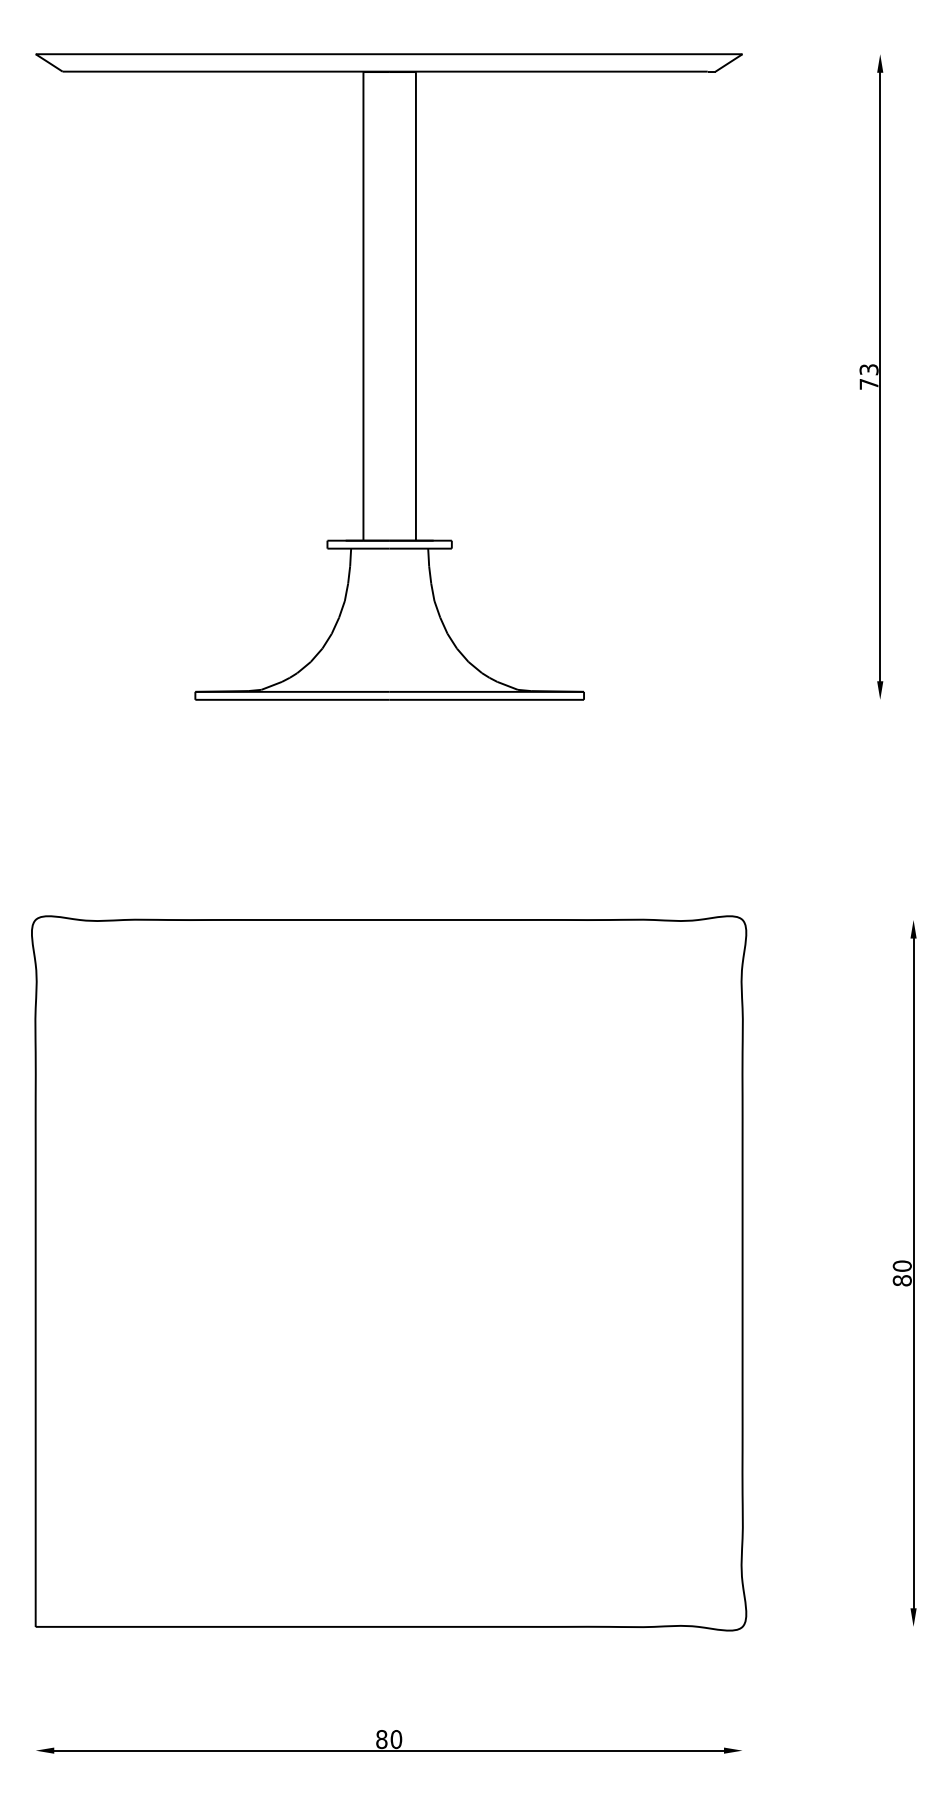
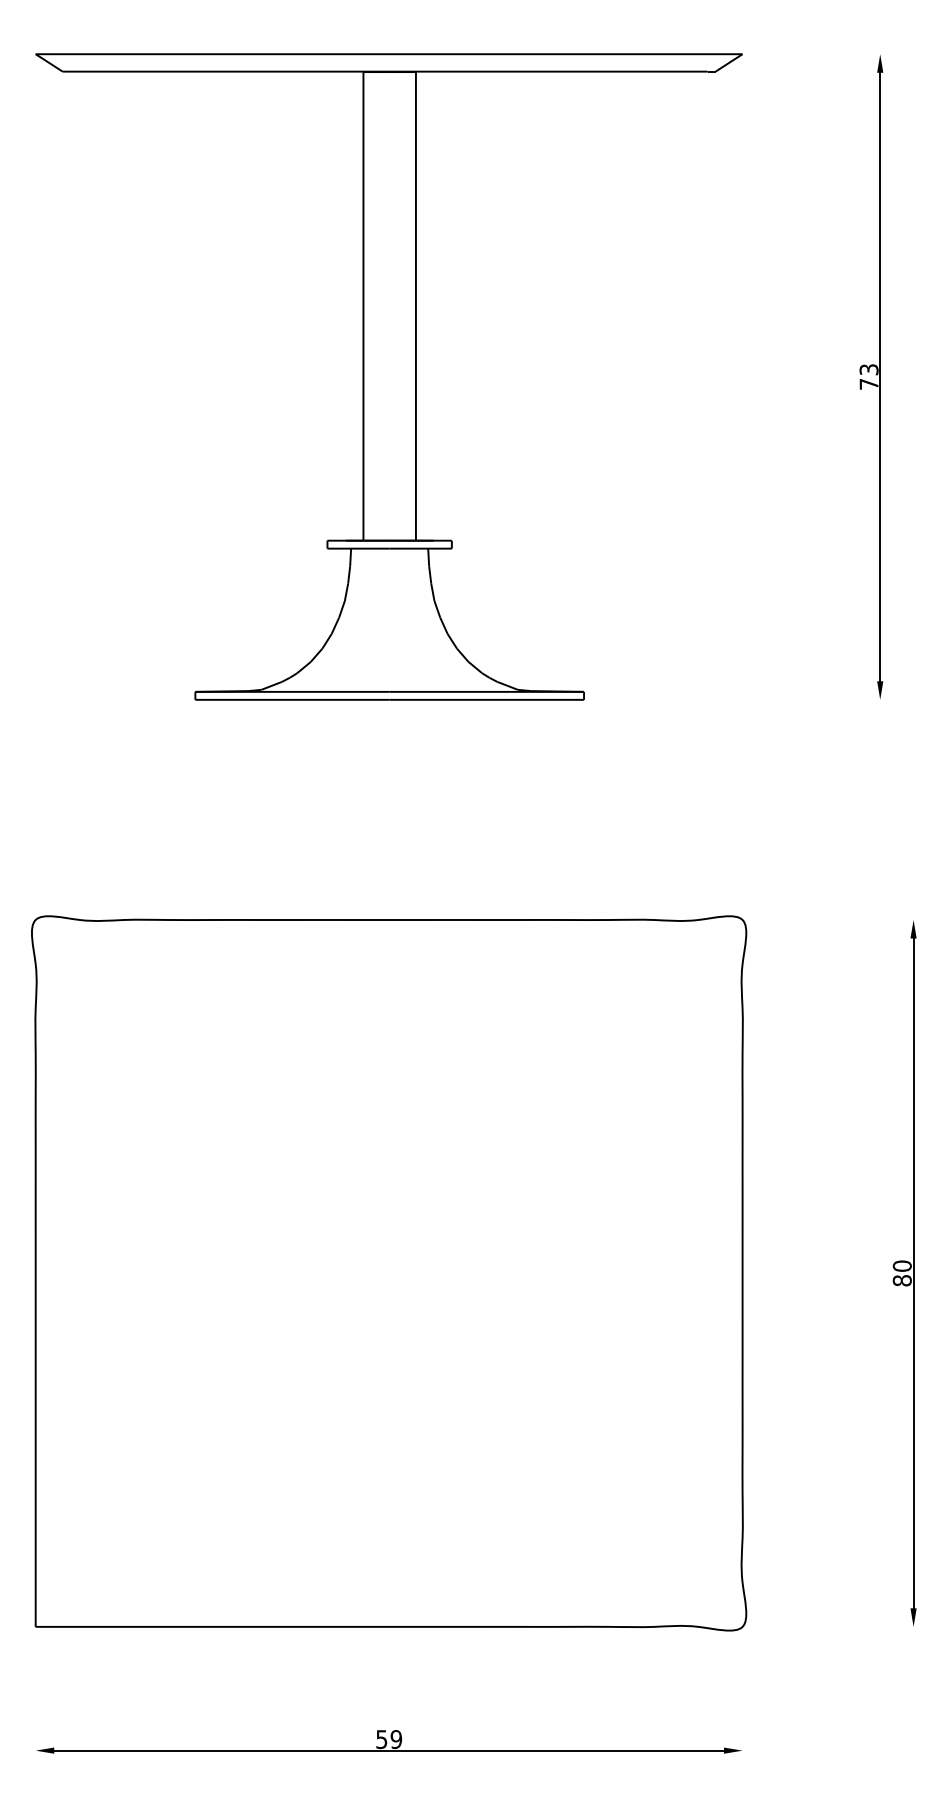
text at (389, 1739): 80 -> 59
